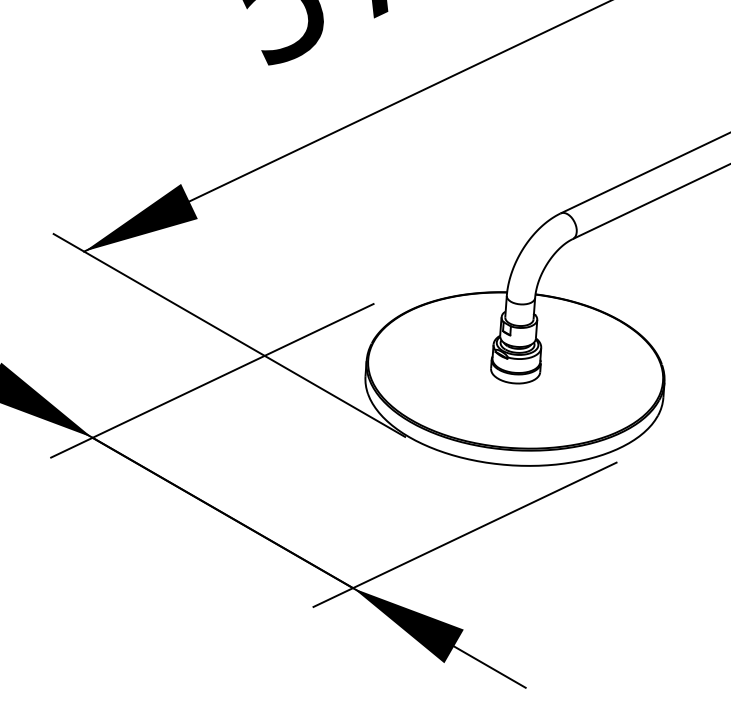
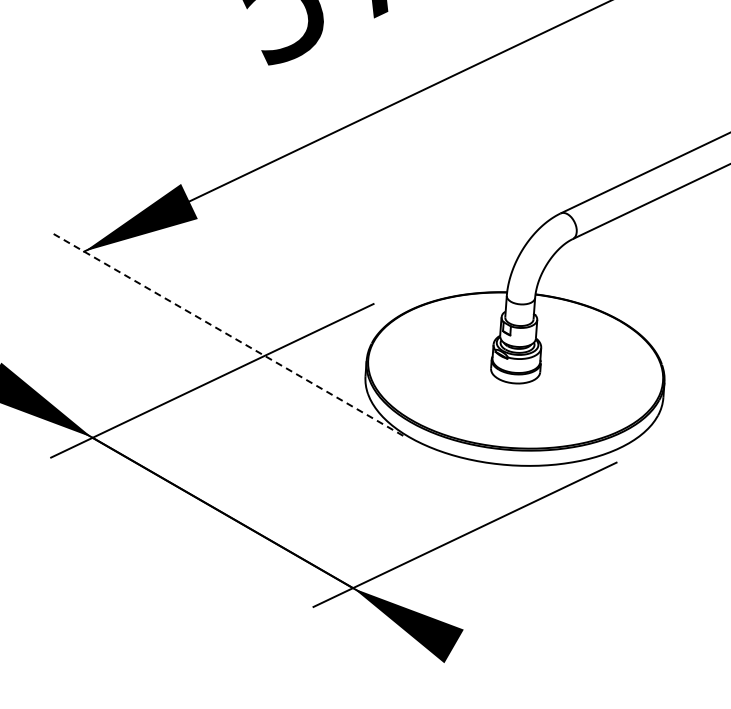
line at (229, 335): solid -> dashed
line at (489, 666): present -> none
